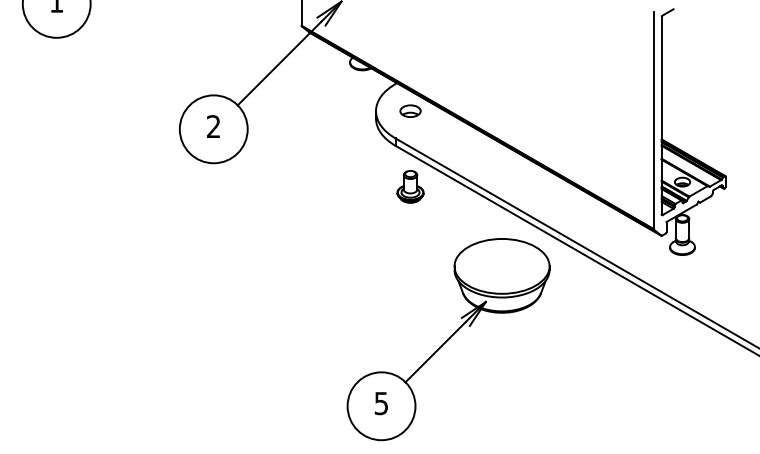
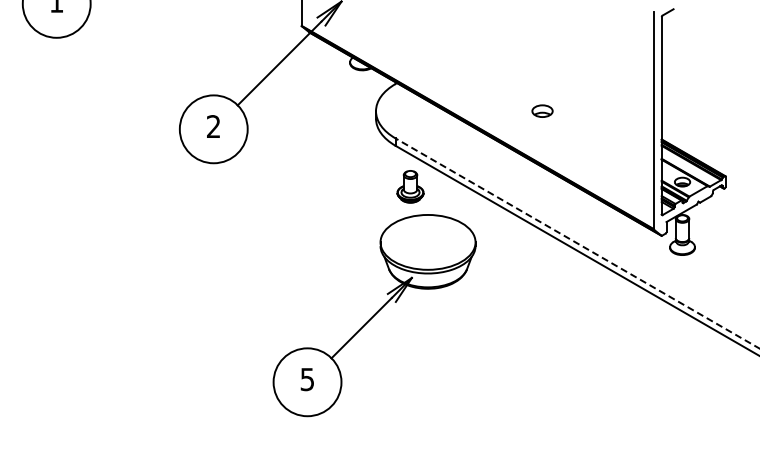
part at (410, 110) position: (410, 110) -> (542, 110)
line at (577, 243): solid -> dashed
part at (448, 339) position: (448, 339) -> (374, 315)
